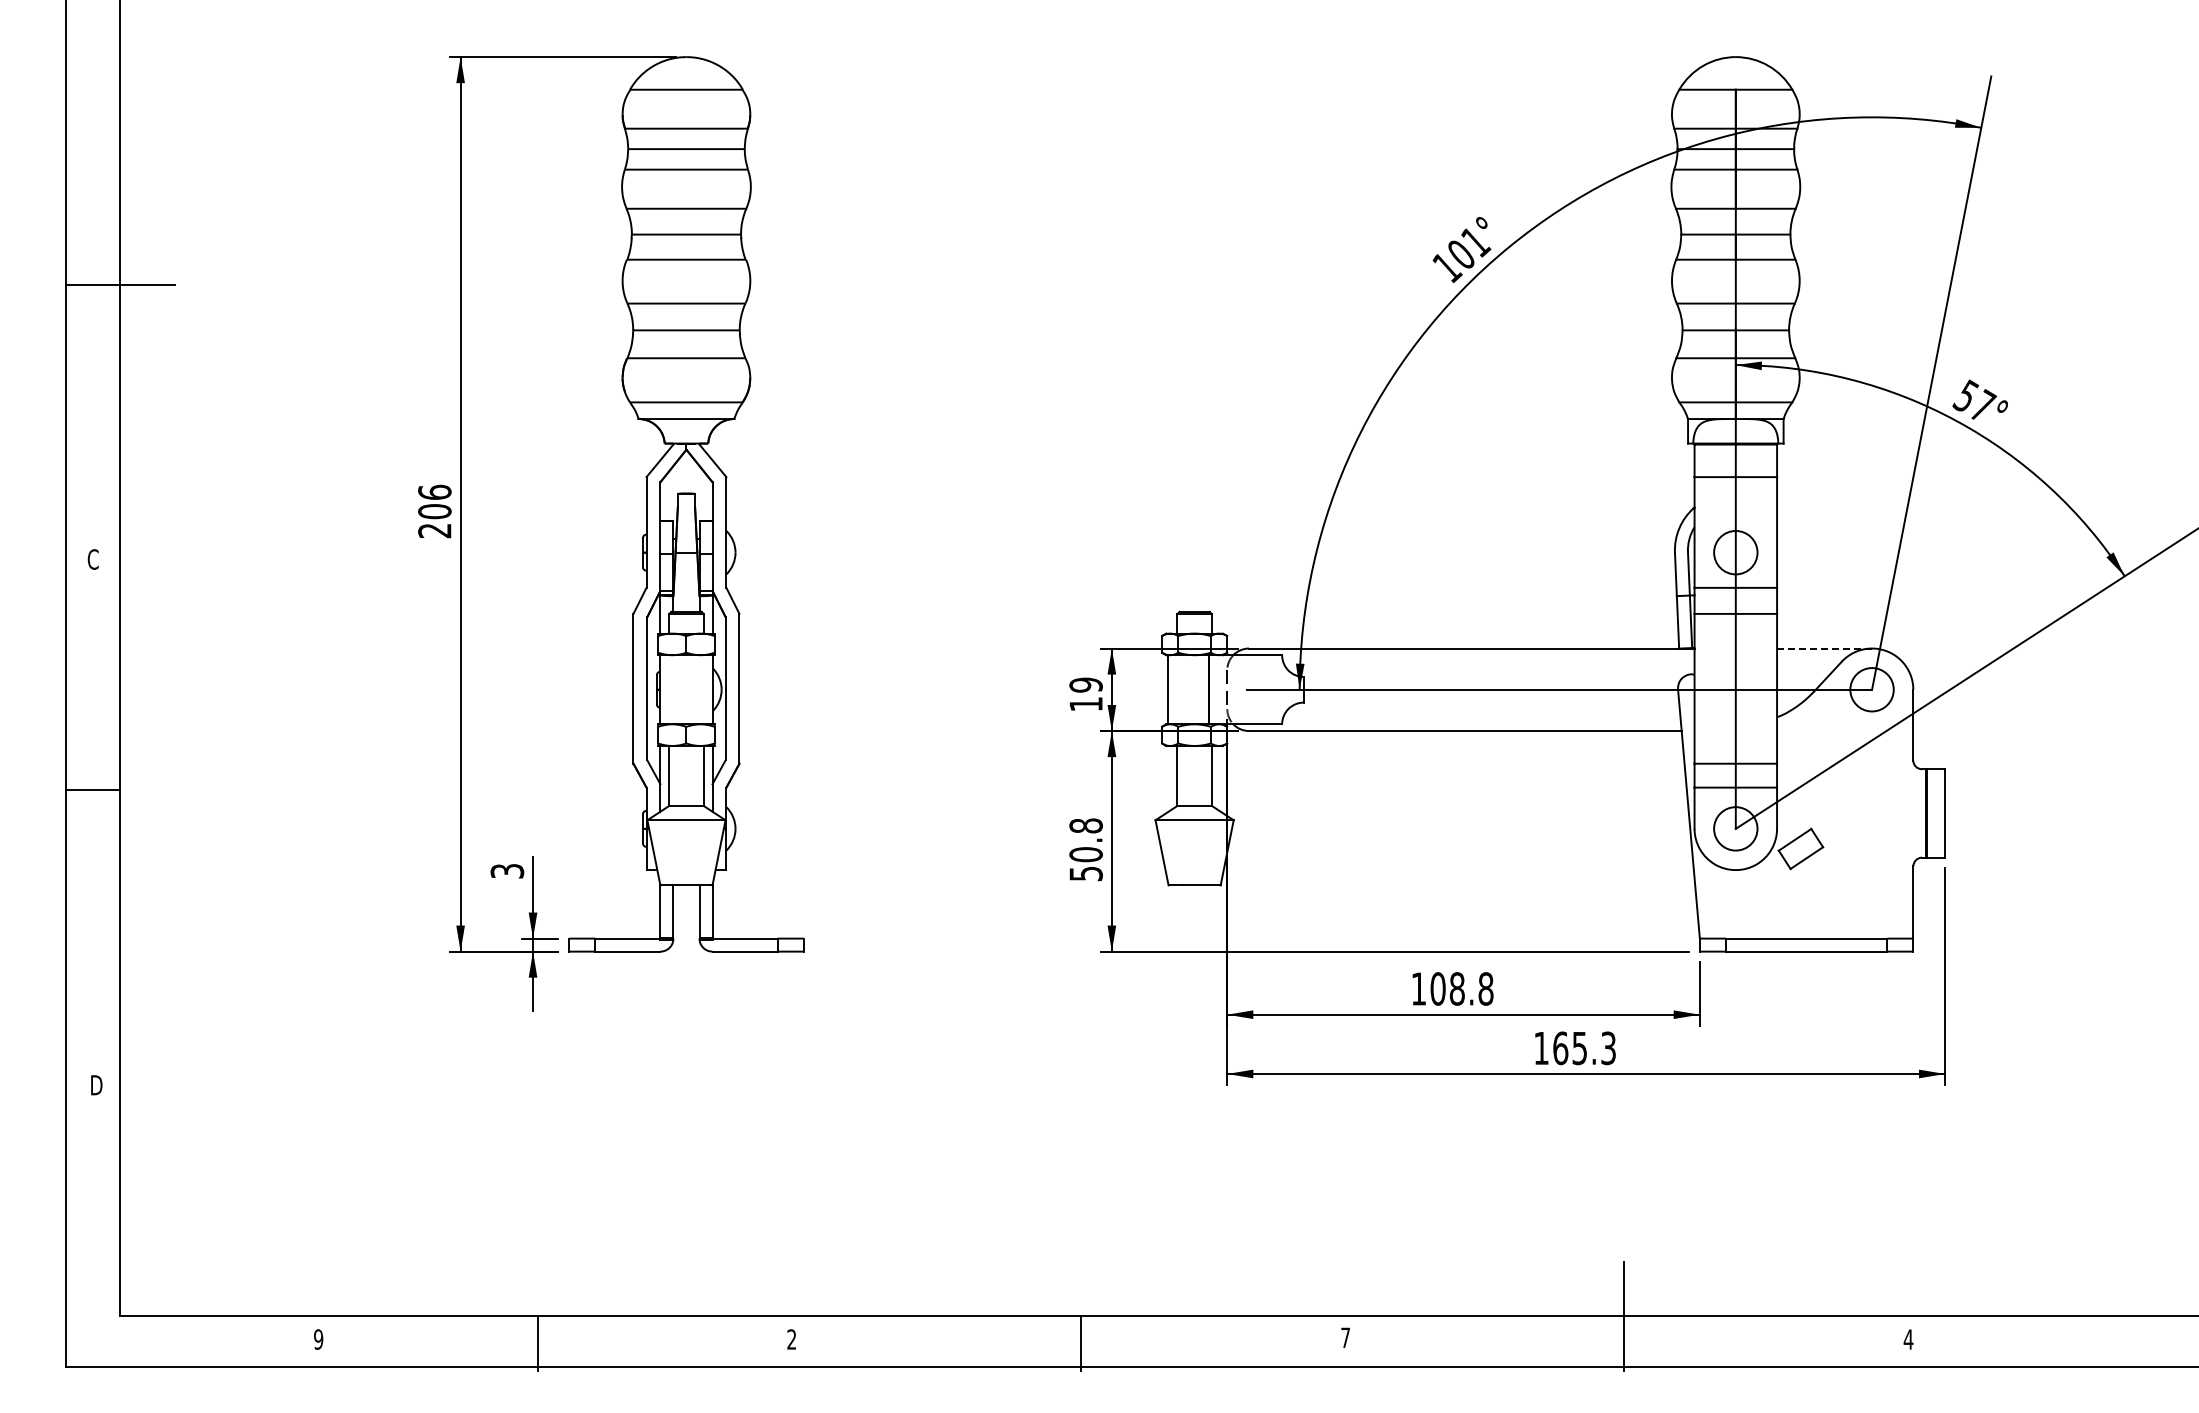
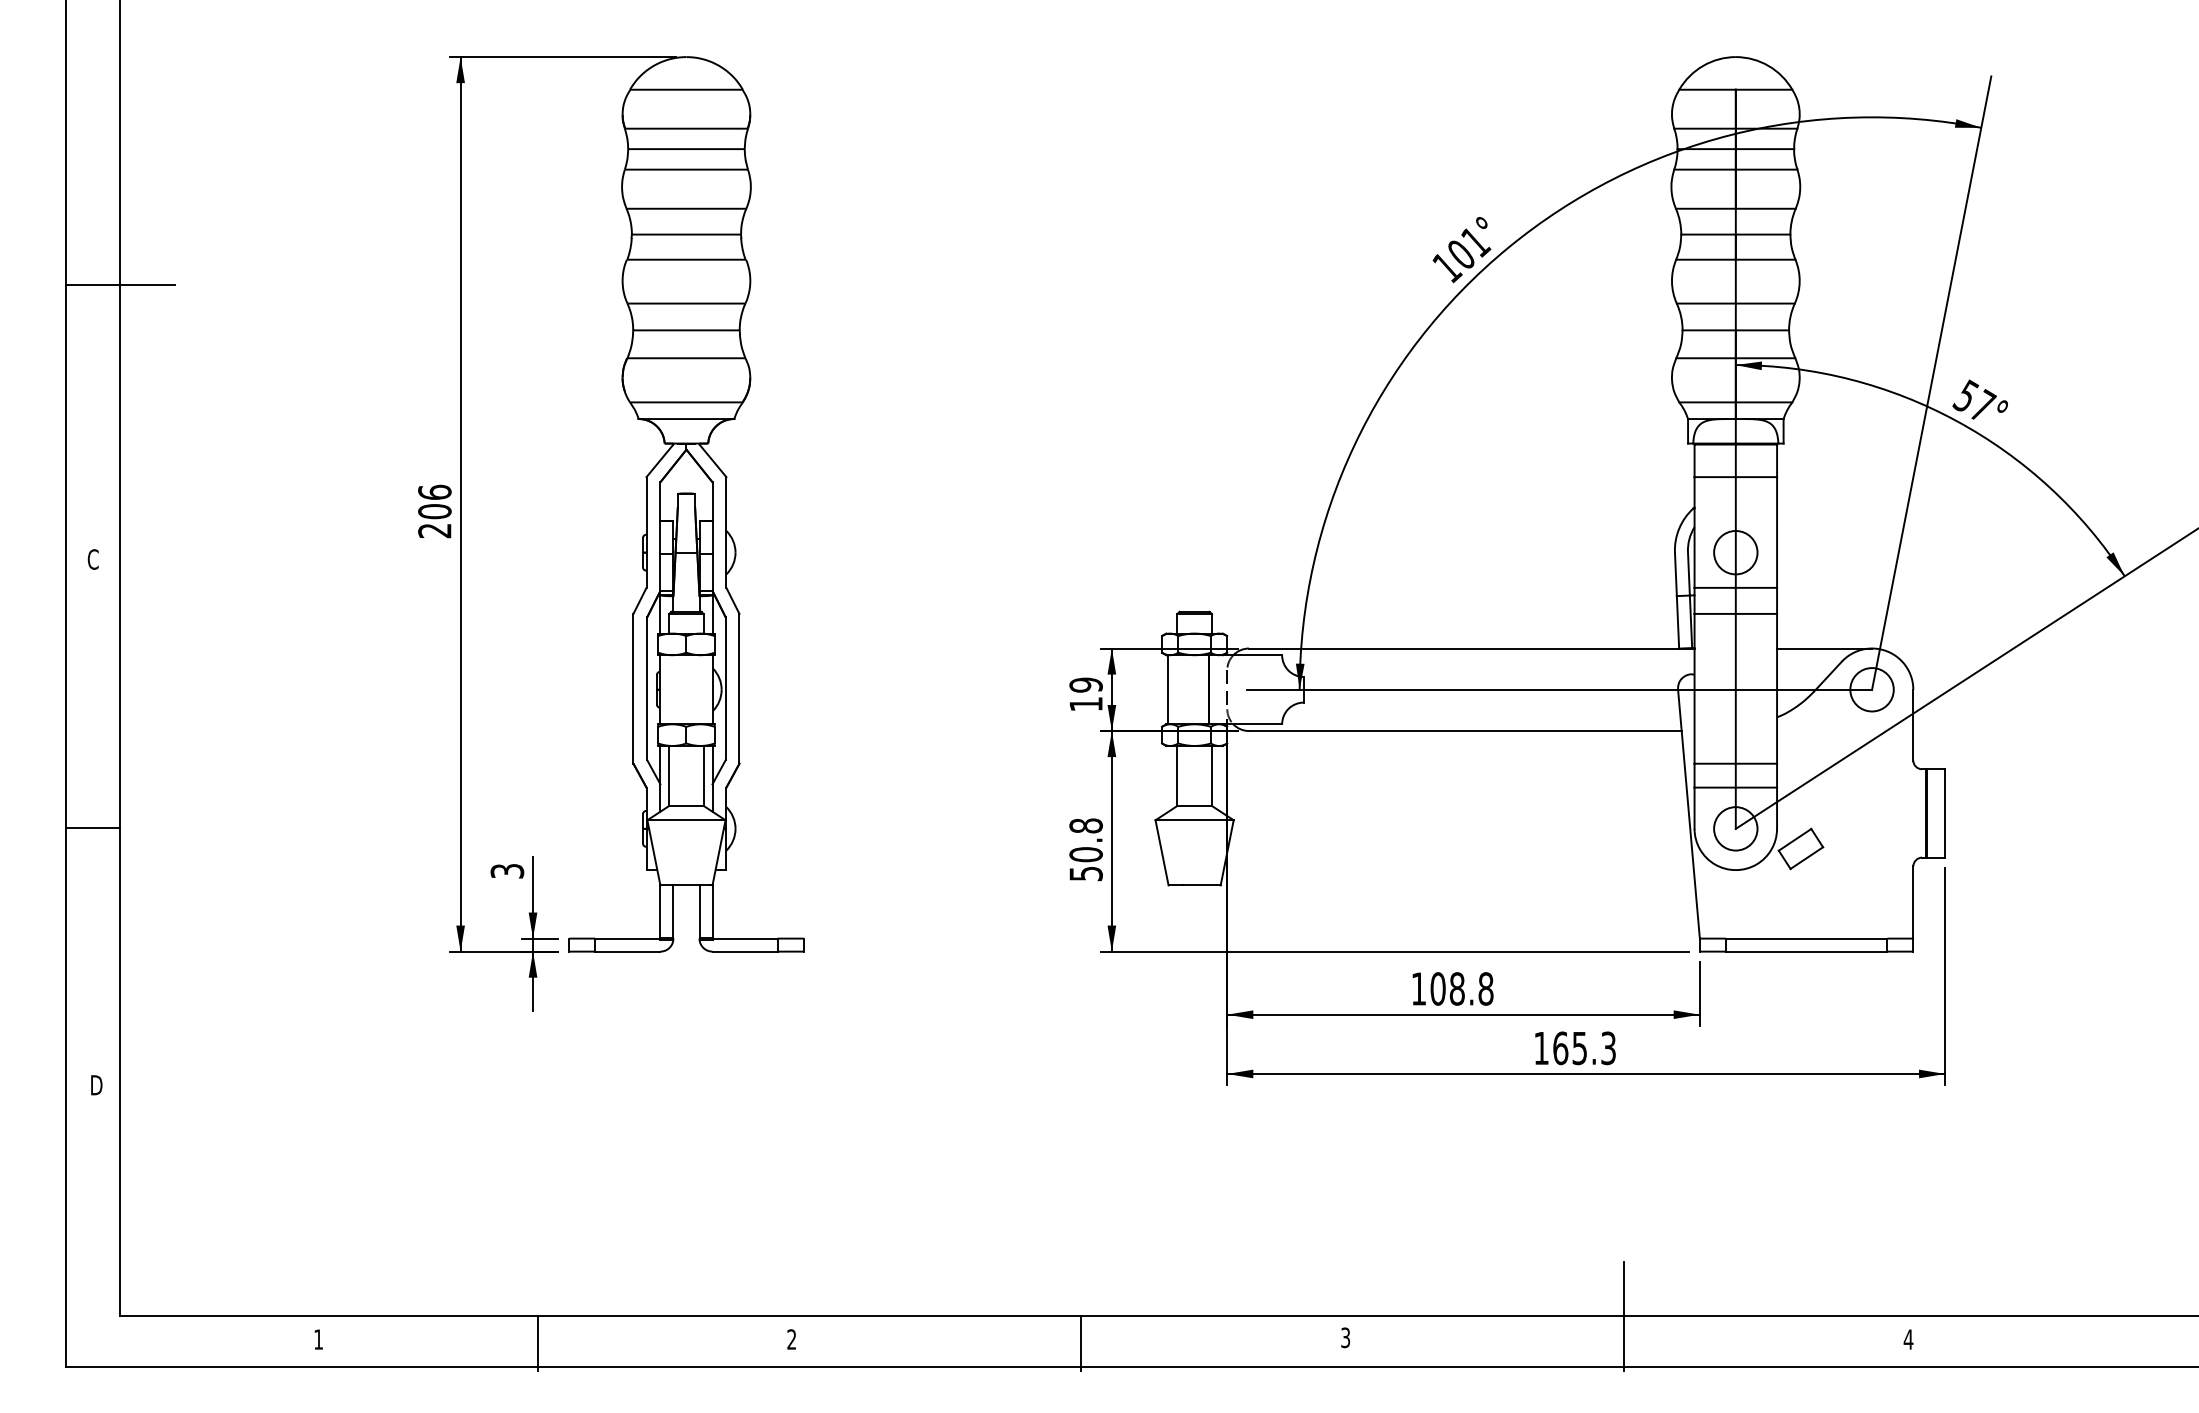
line at (1824, 648): dashed -> solid
line at (92, 789) position: (92, 789) -> (92, 827)
text at (1345, 1337): 7 -> 3
text at (318, 1339): 9 -> 1
